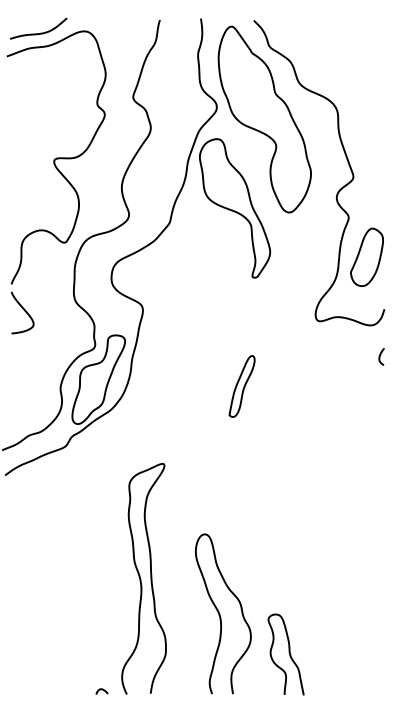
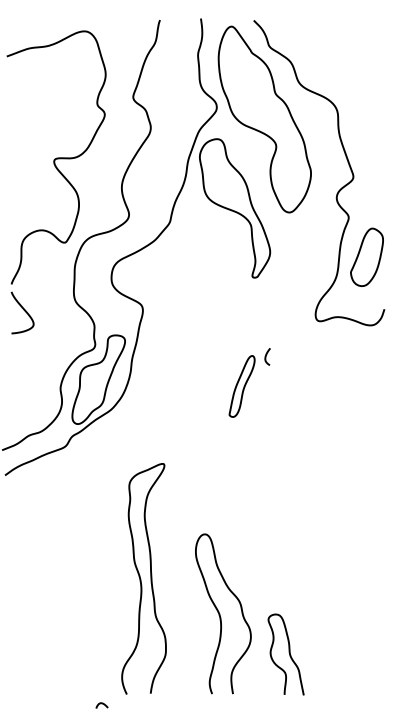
curve at (40, 32): present -> none
curve at (380, 356) position: (380, 356) -> (266, 356)
curve at (101, 690) position: (101, 690) -> (101, 704)
